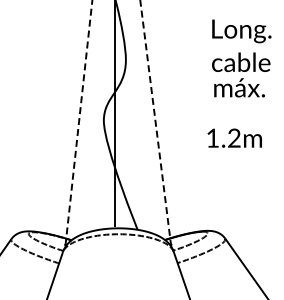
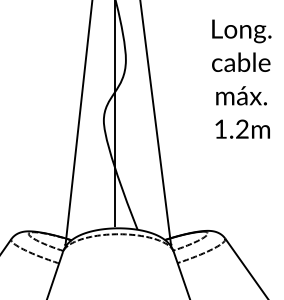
text at (239, 87) position: (239, 87) -> (241, 95)
line at (78, 123): dashed -> solid
line at (155, 123): dashed -> solid
text at (234, 137) position: (234, 137) -> (242, 128)
